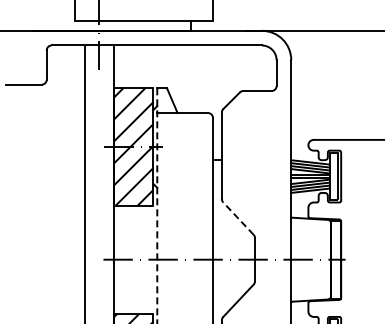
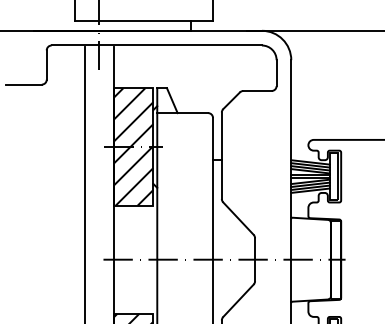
line at (157, 206): dashed -> solid
line at (238, 218): dashed -> solid
